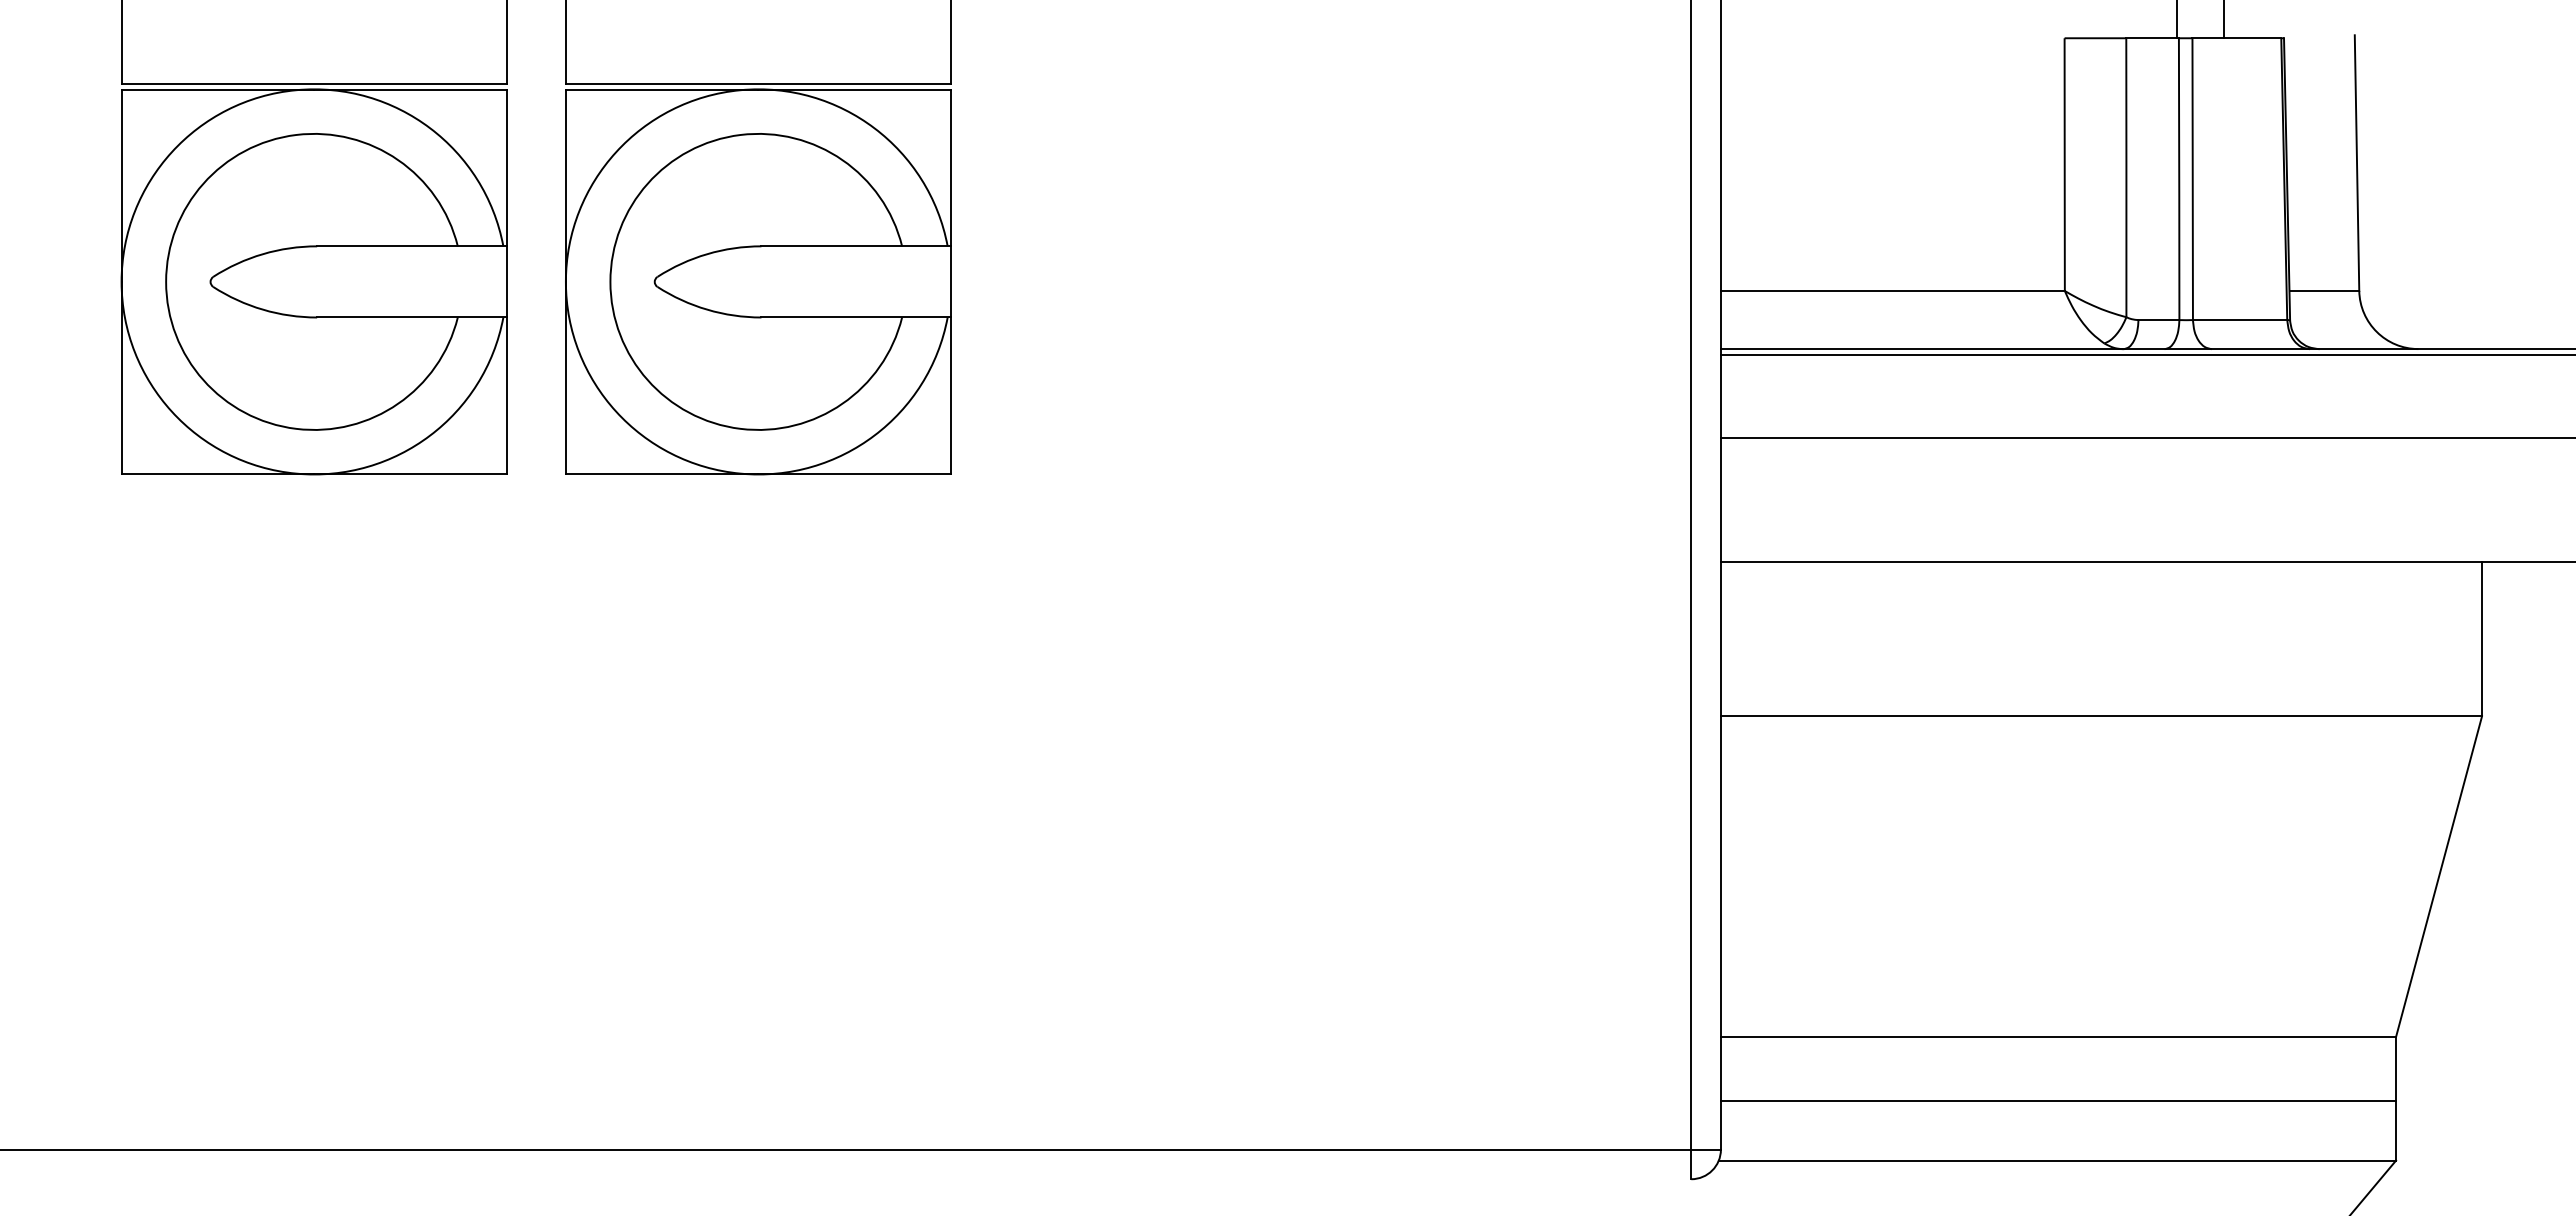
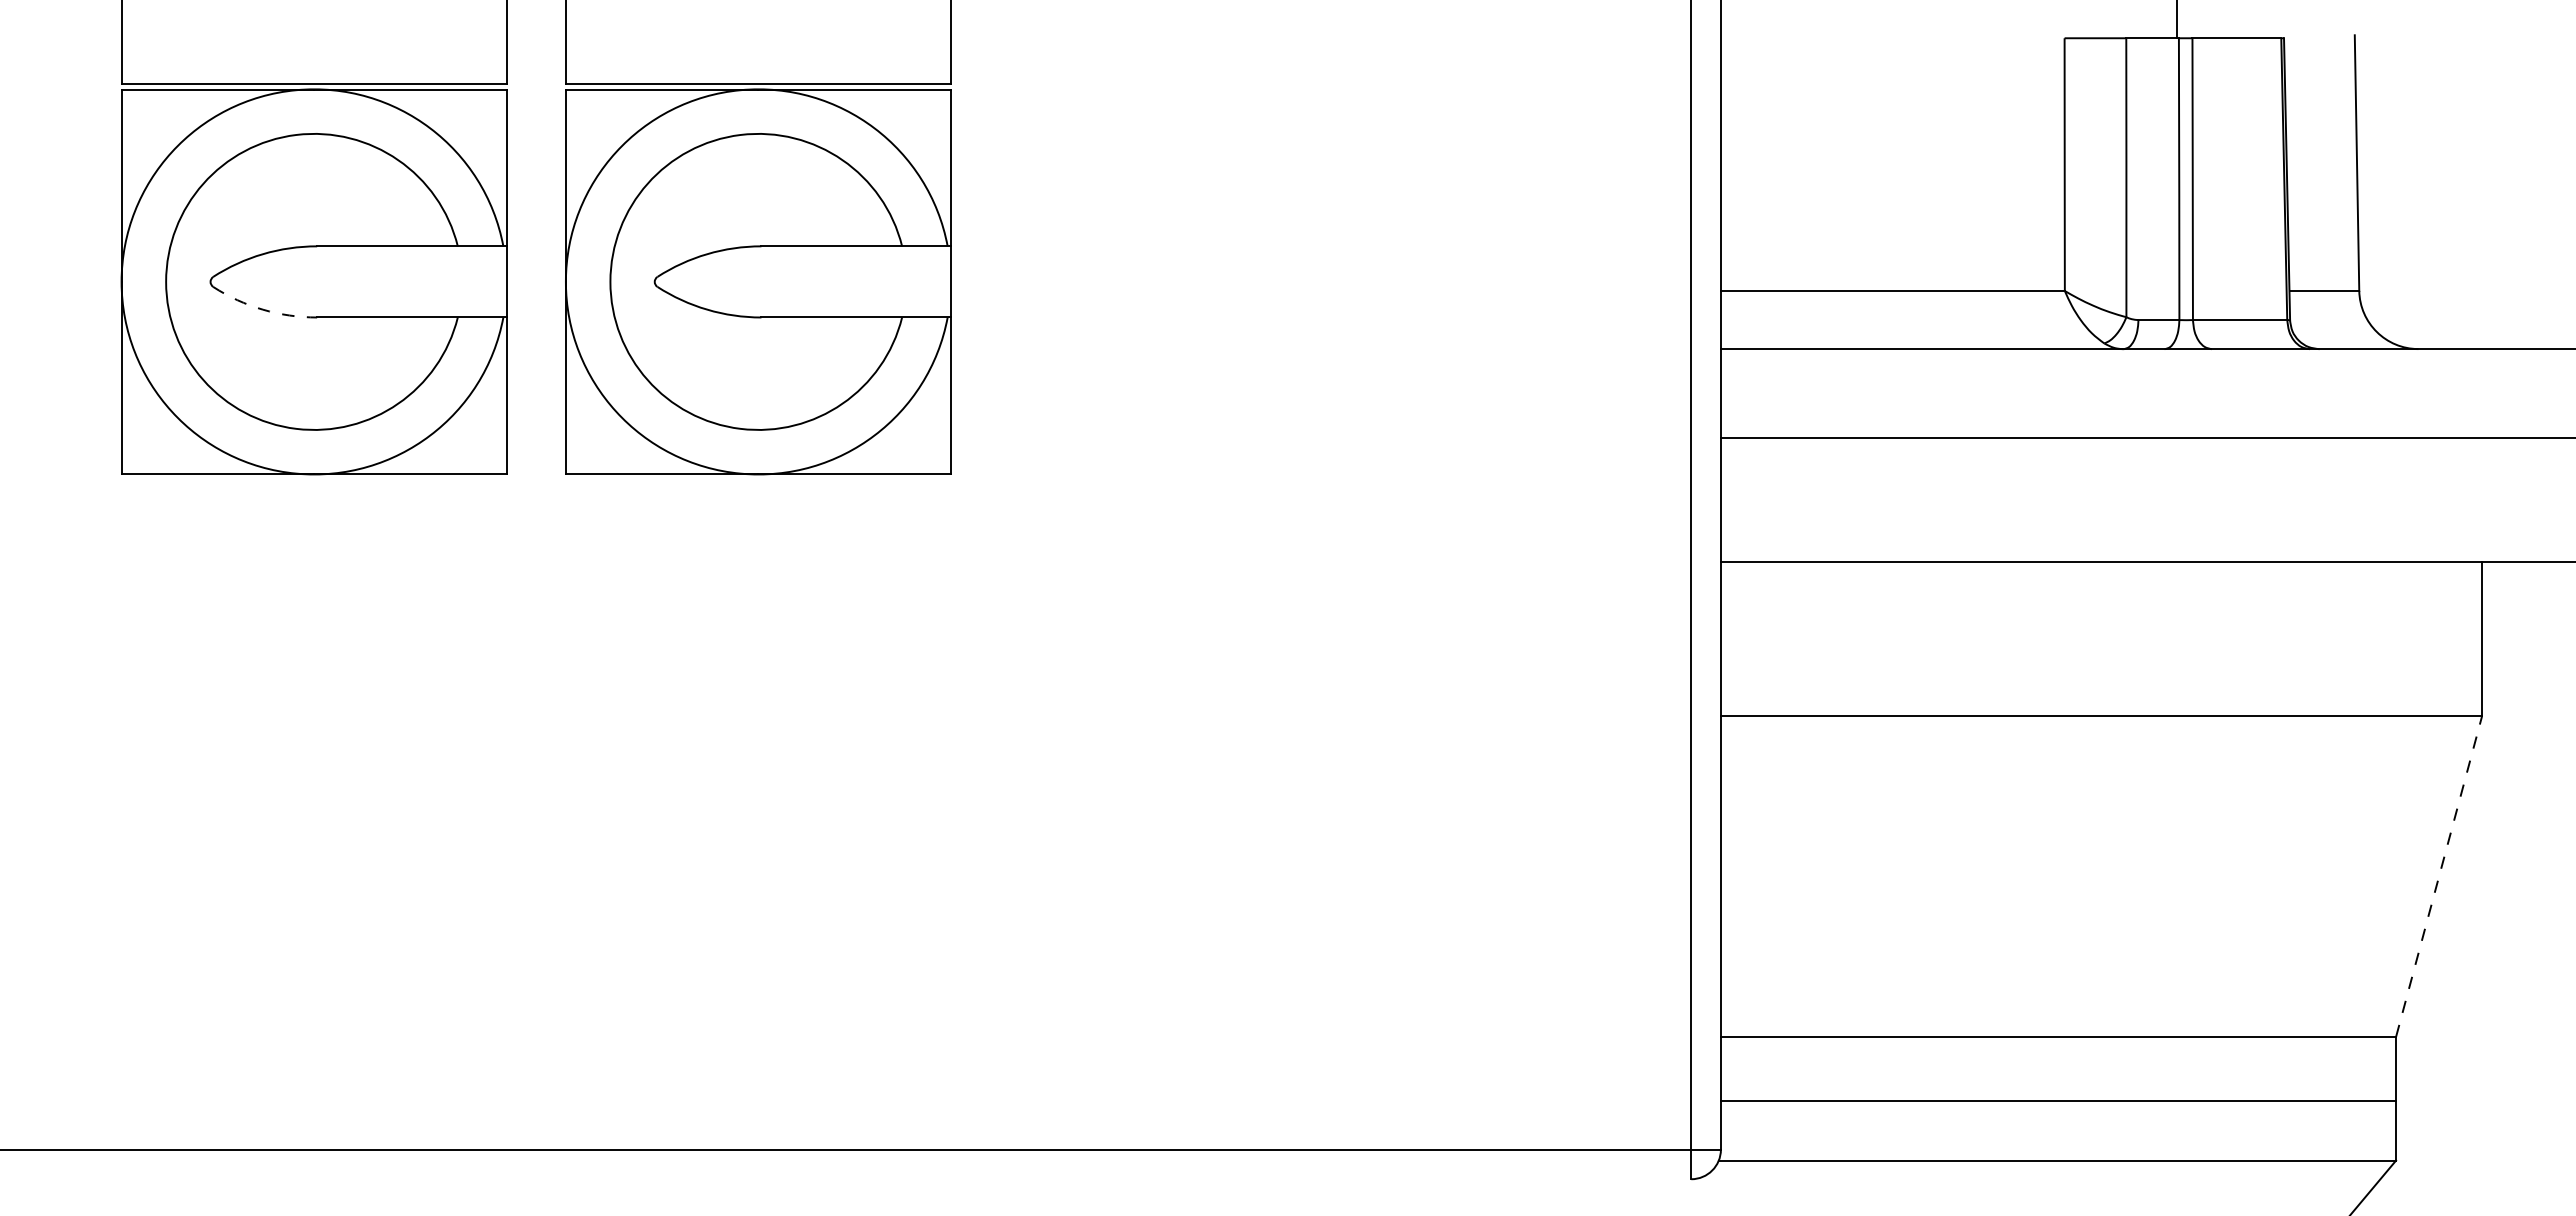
line at (2224, 20): present -> none
arc at (262, 309): solid -> dashed
line at (2146, 355): present -> none
line at (2439, 876): solid -> dashed
